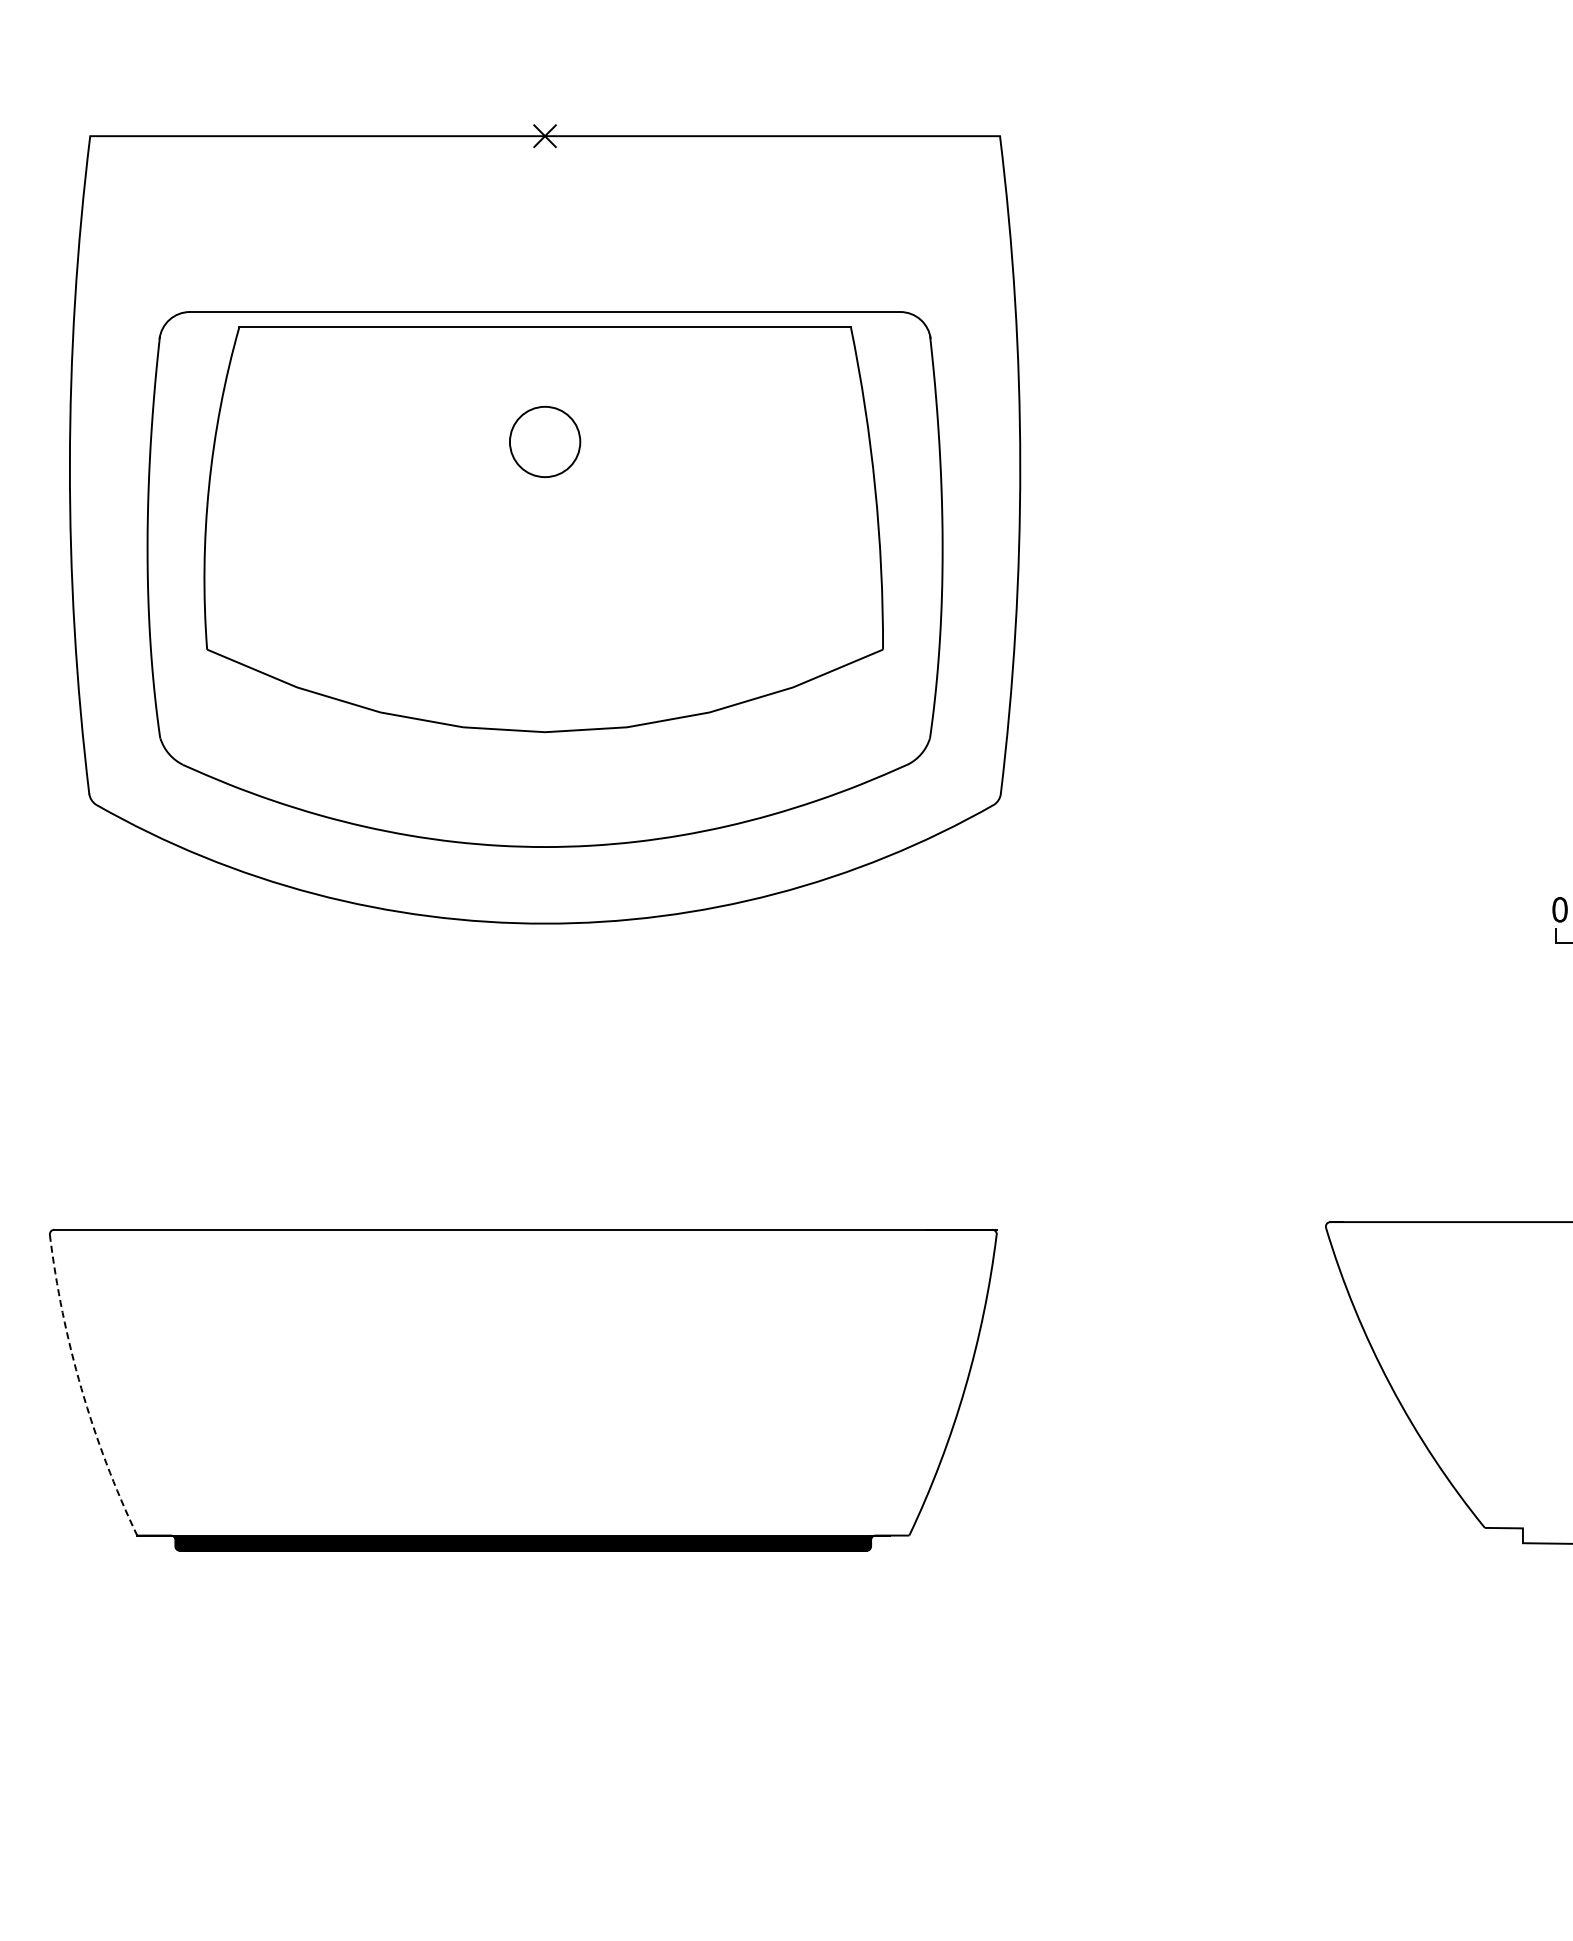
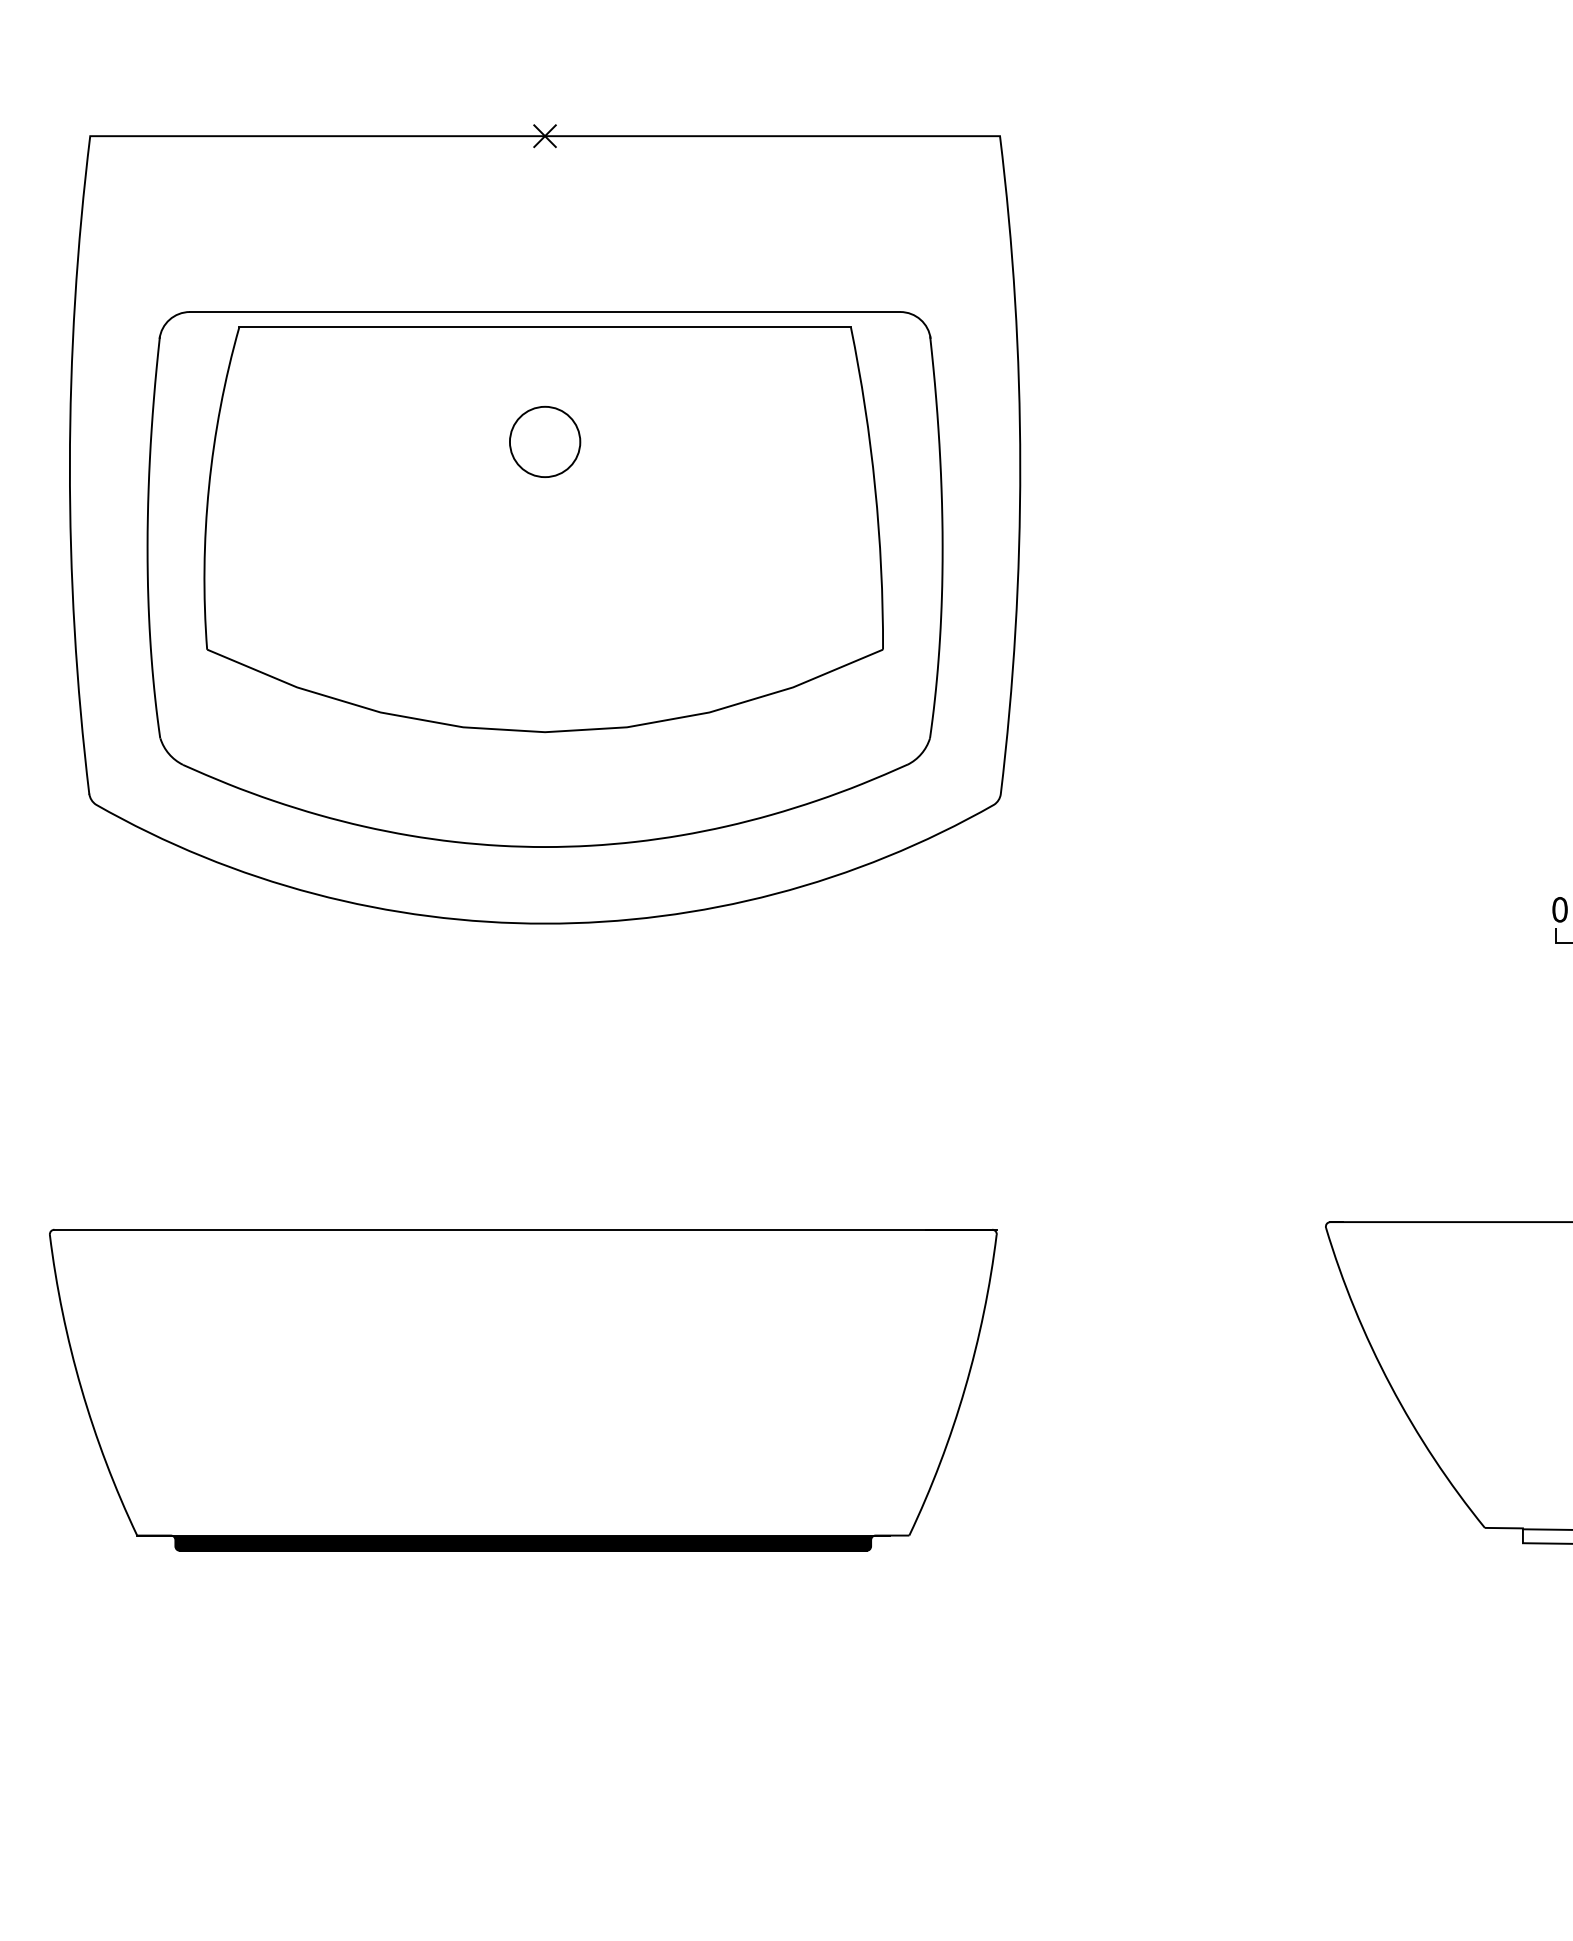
arc at (81, 1388): dashed -> solid
line at (1545, 1529): none -> present
